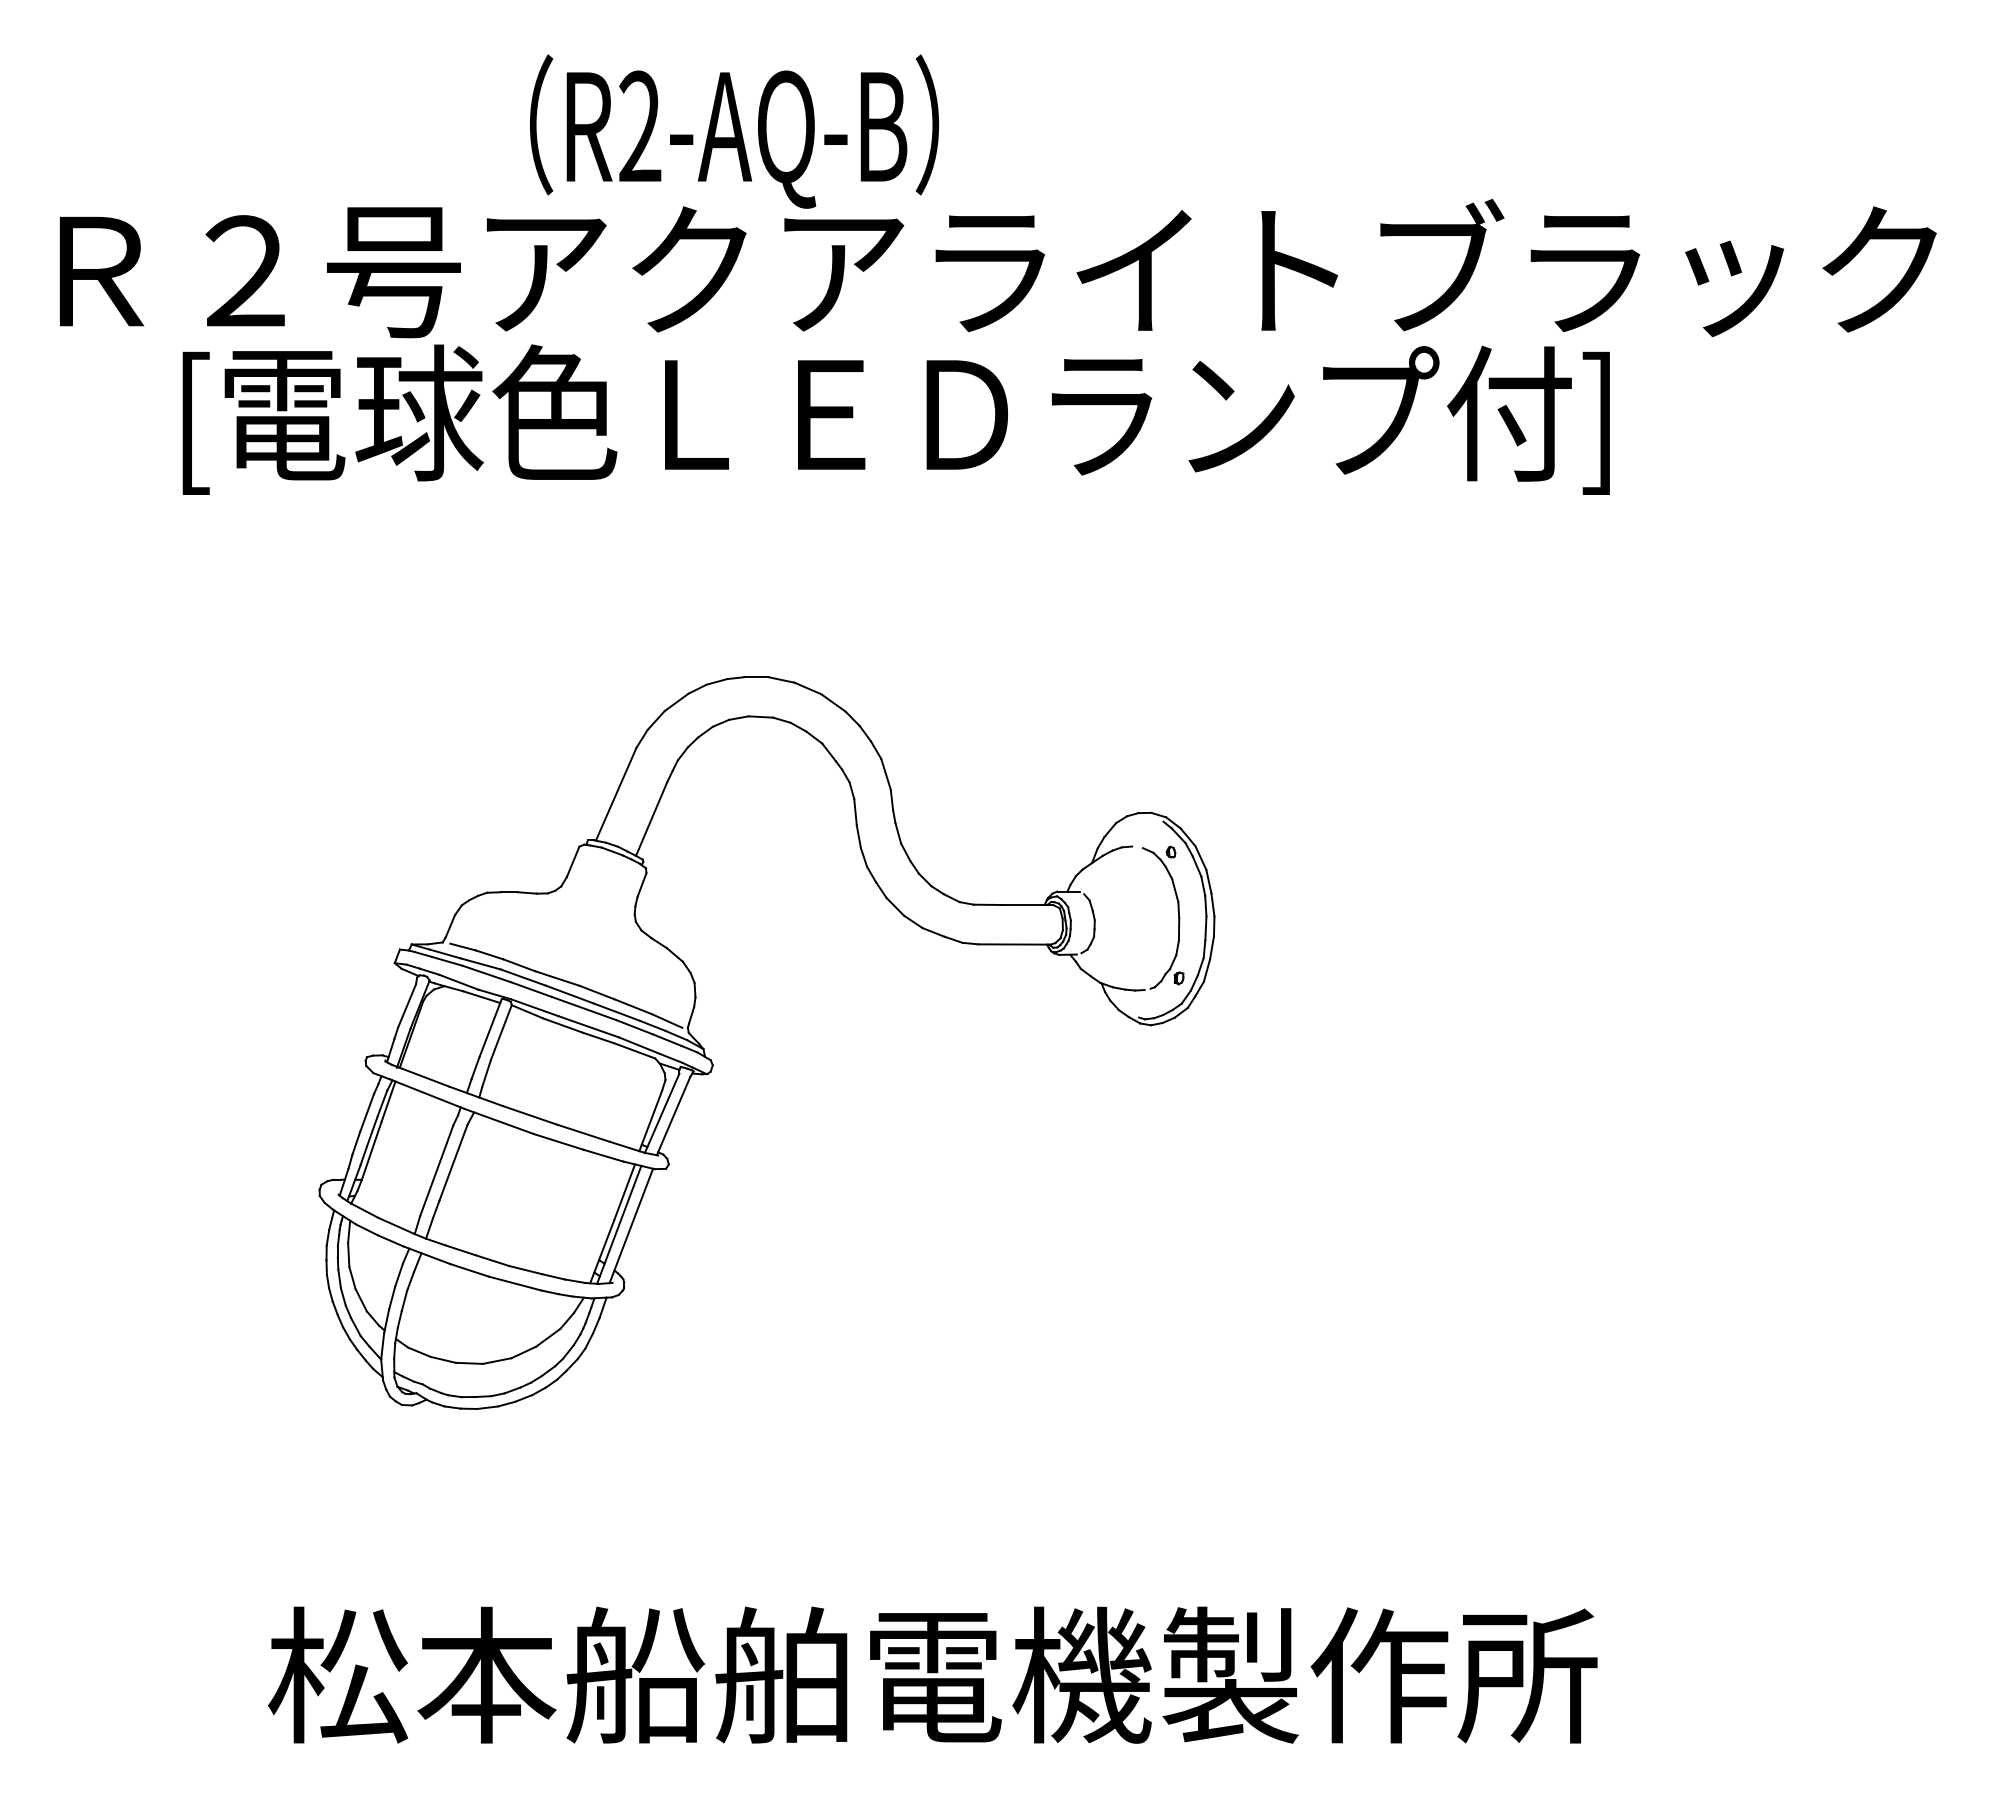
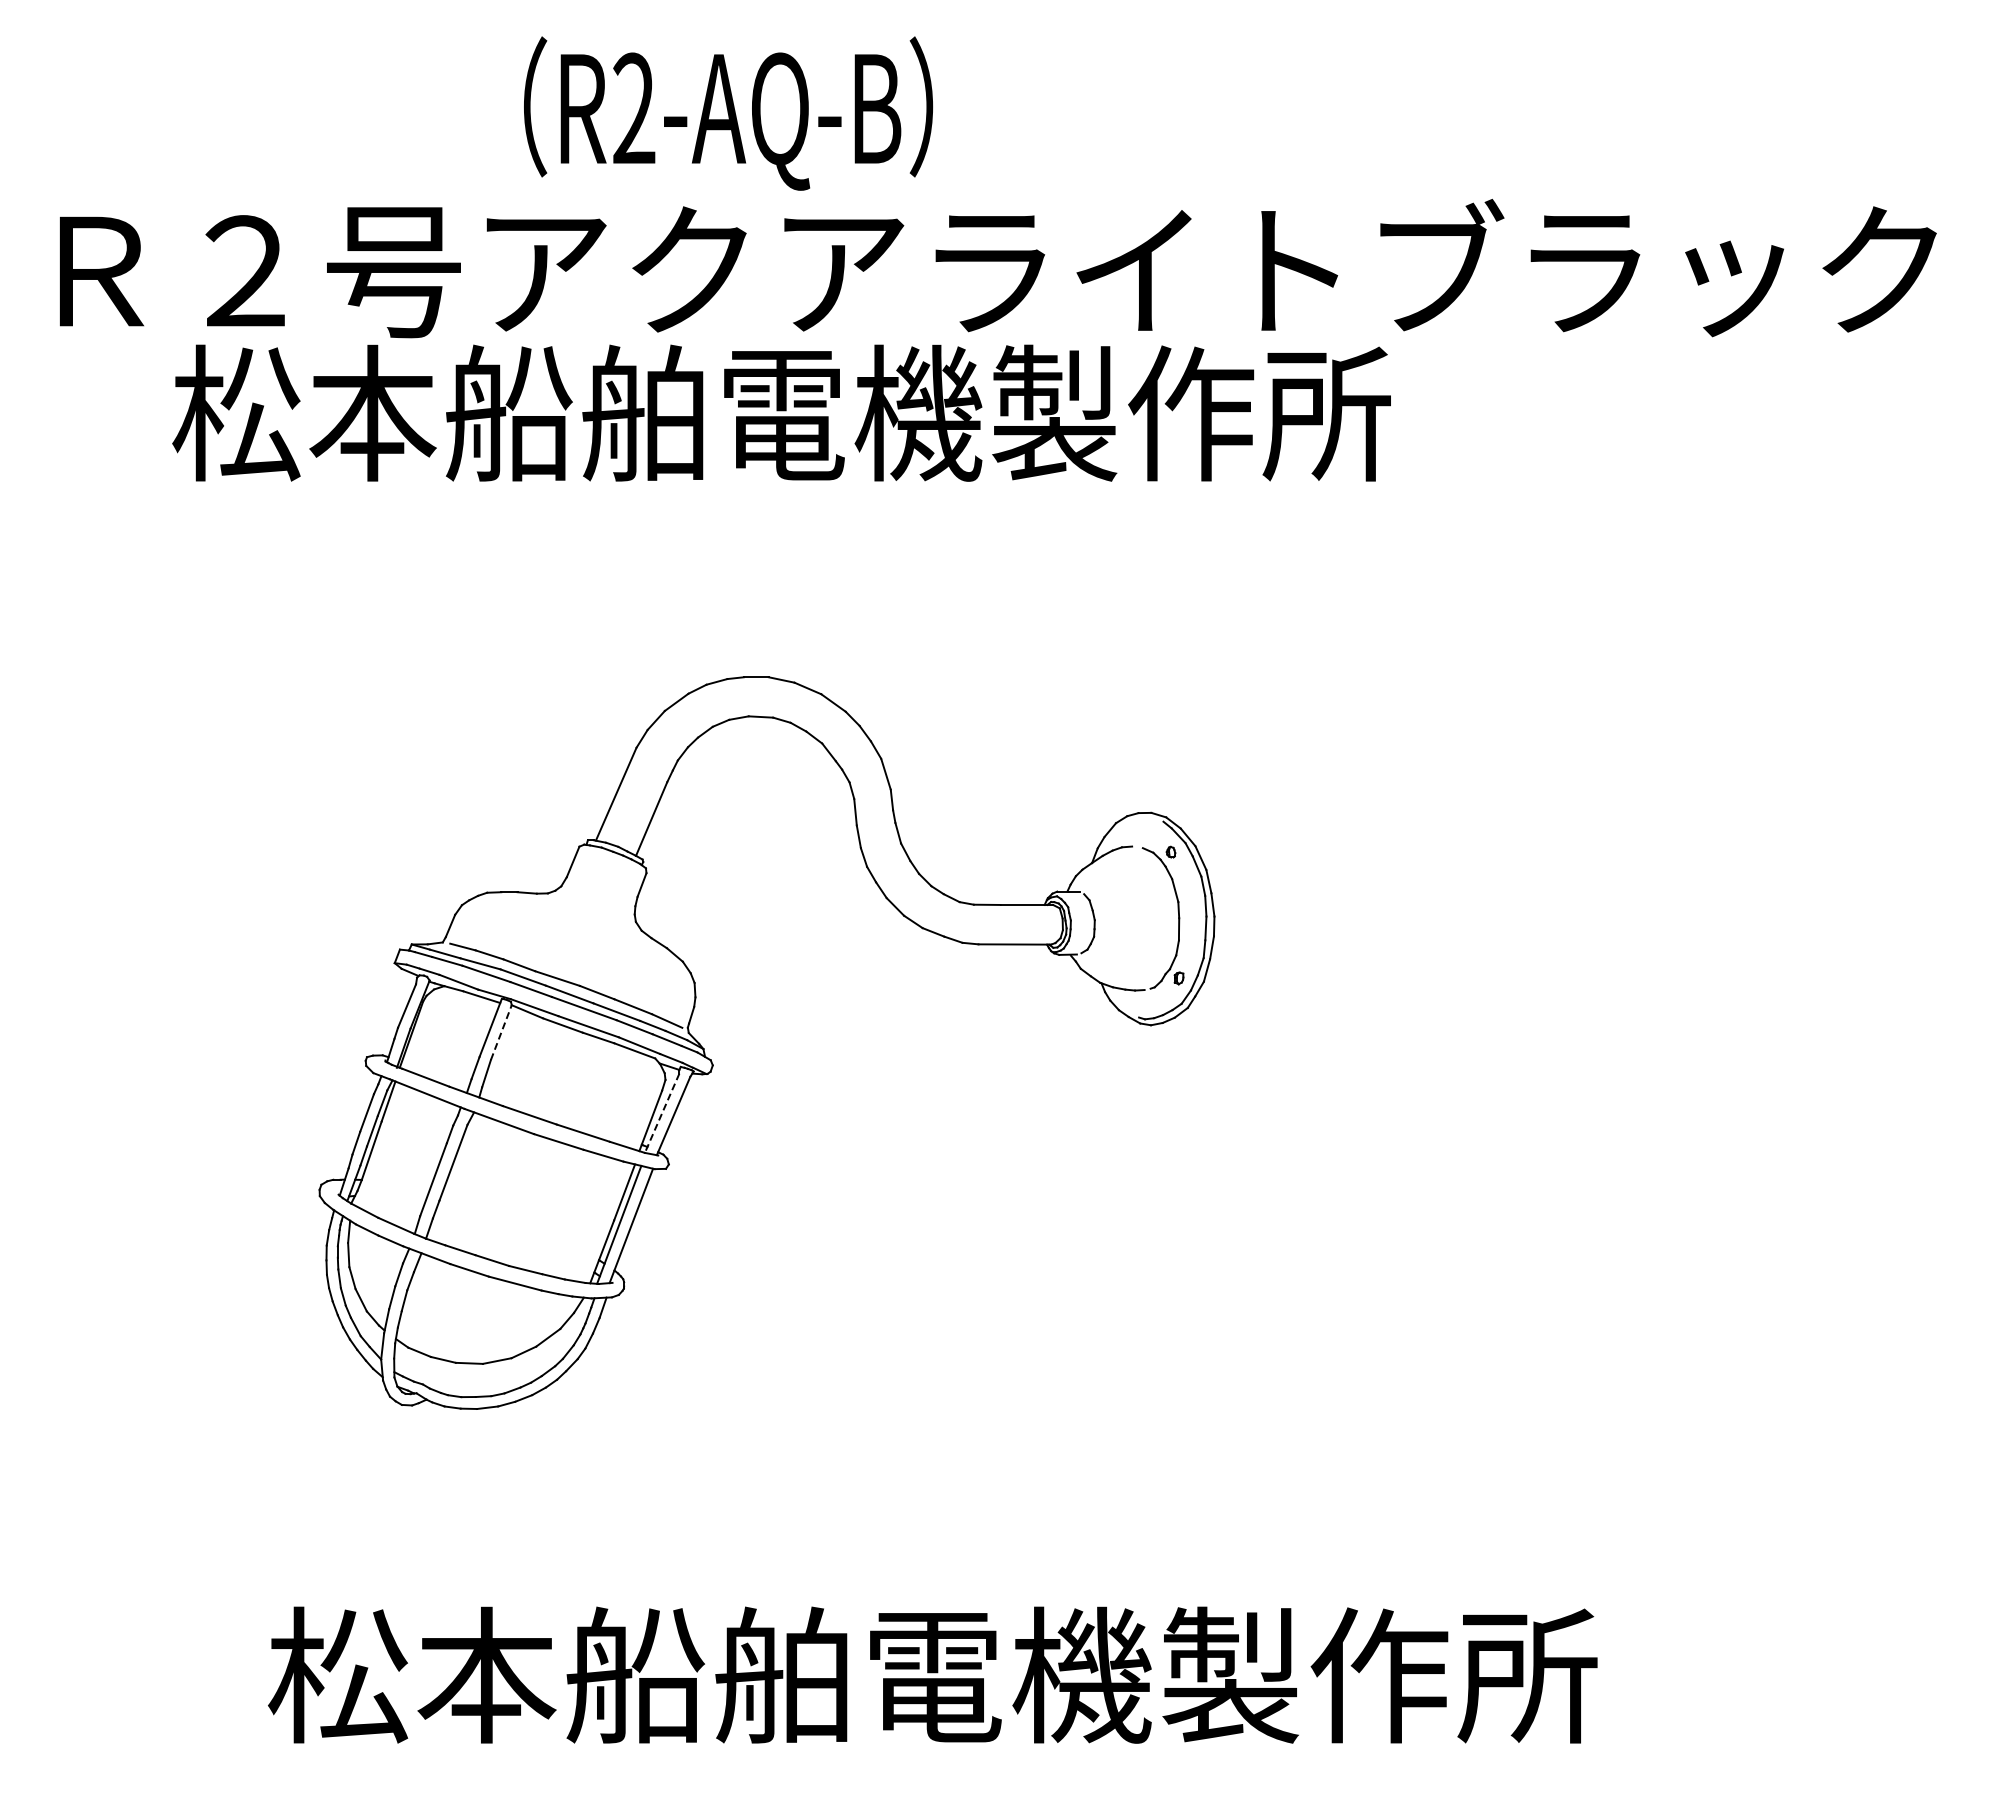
text at (734, 131) position: (734, 131) -> (728, 113)
text at (890, 419): [電球色ＬＥＤランプ付] -> 松本船舶電機製作所
line at (501, 1032): solid -> dashed
line at (661, 1113): solid -> dashed
